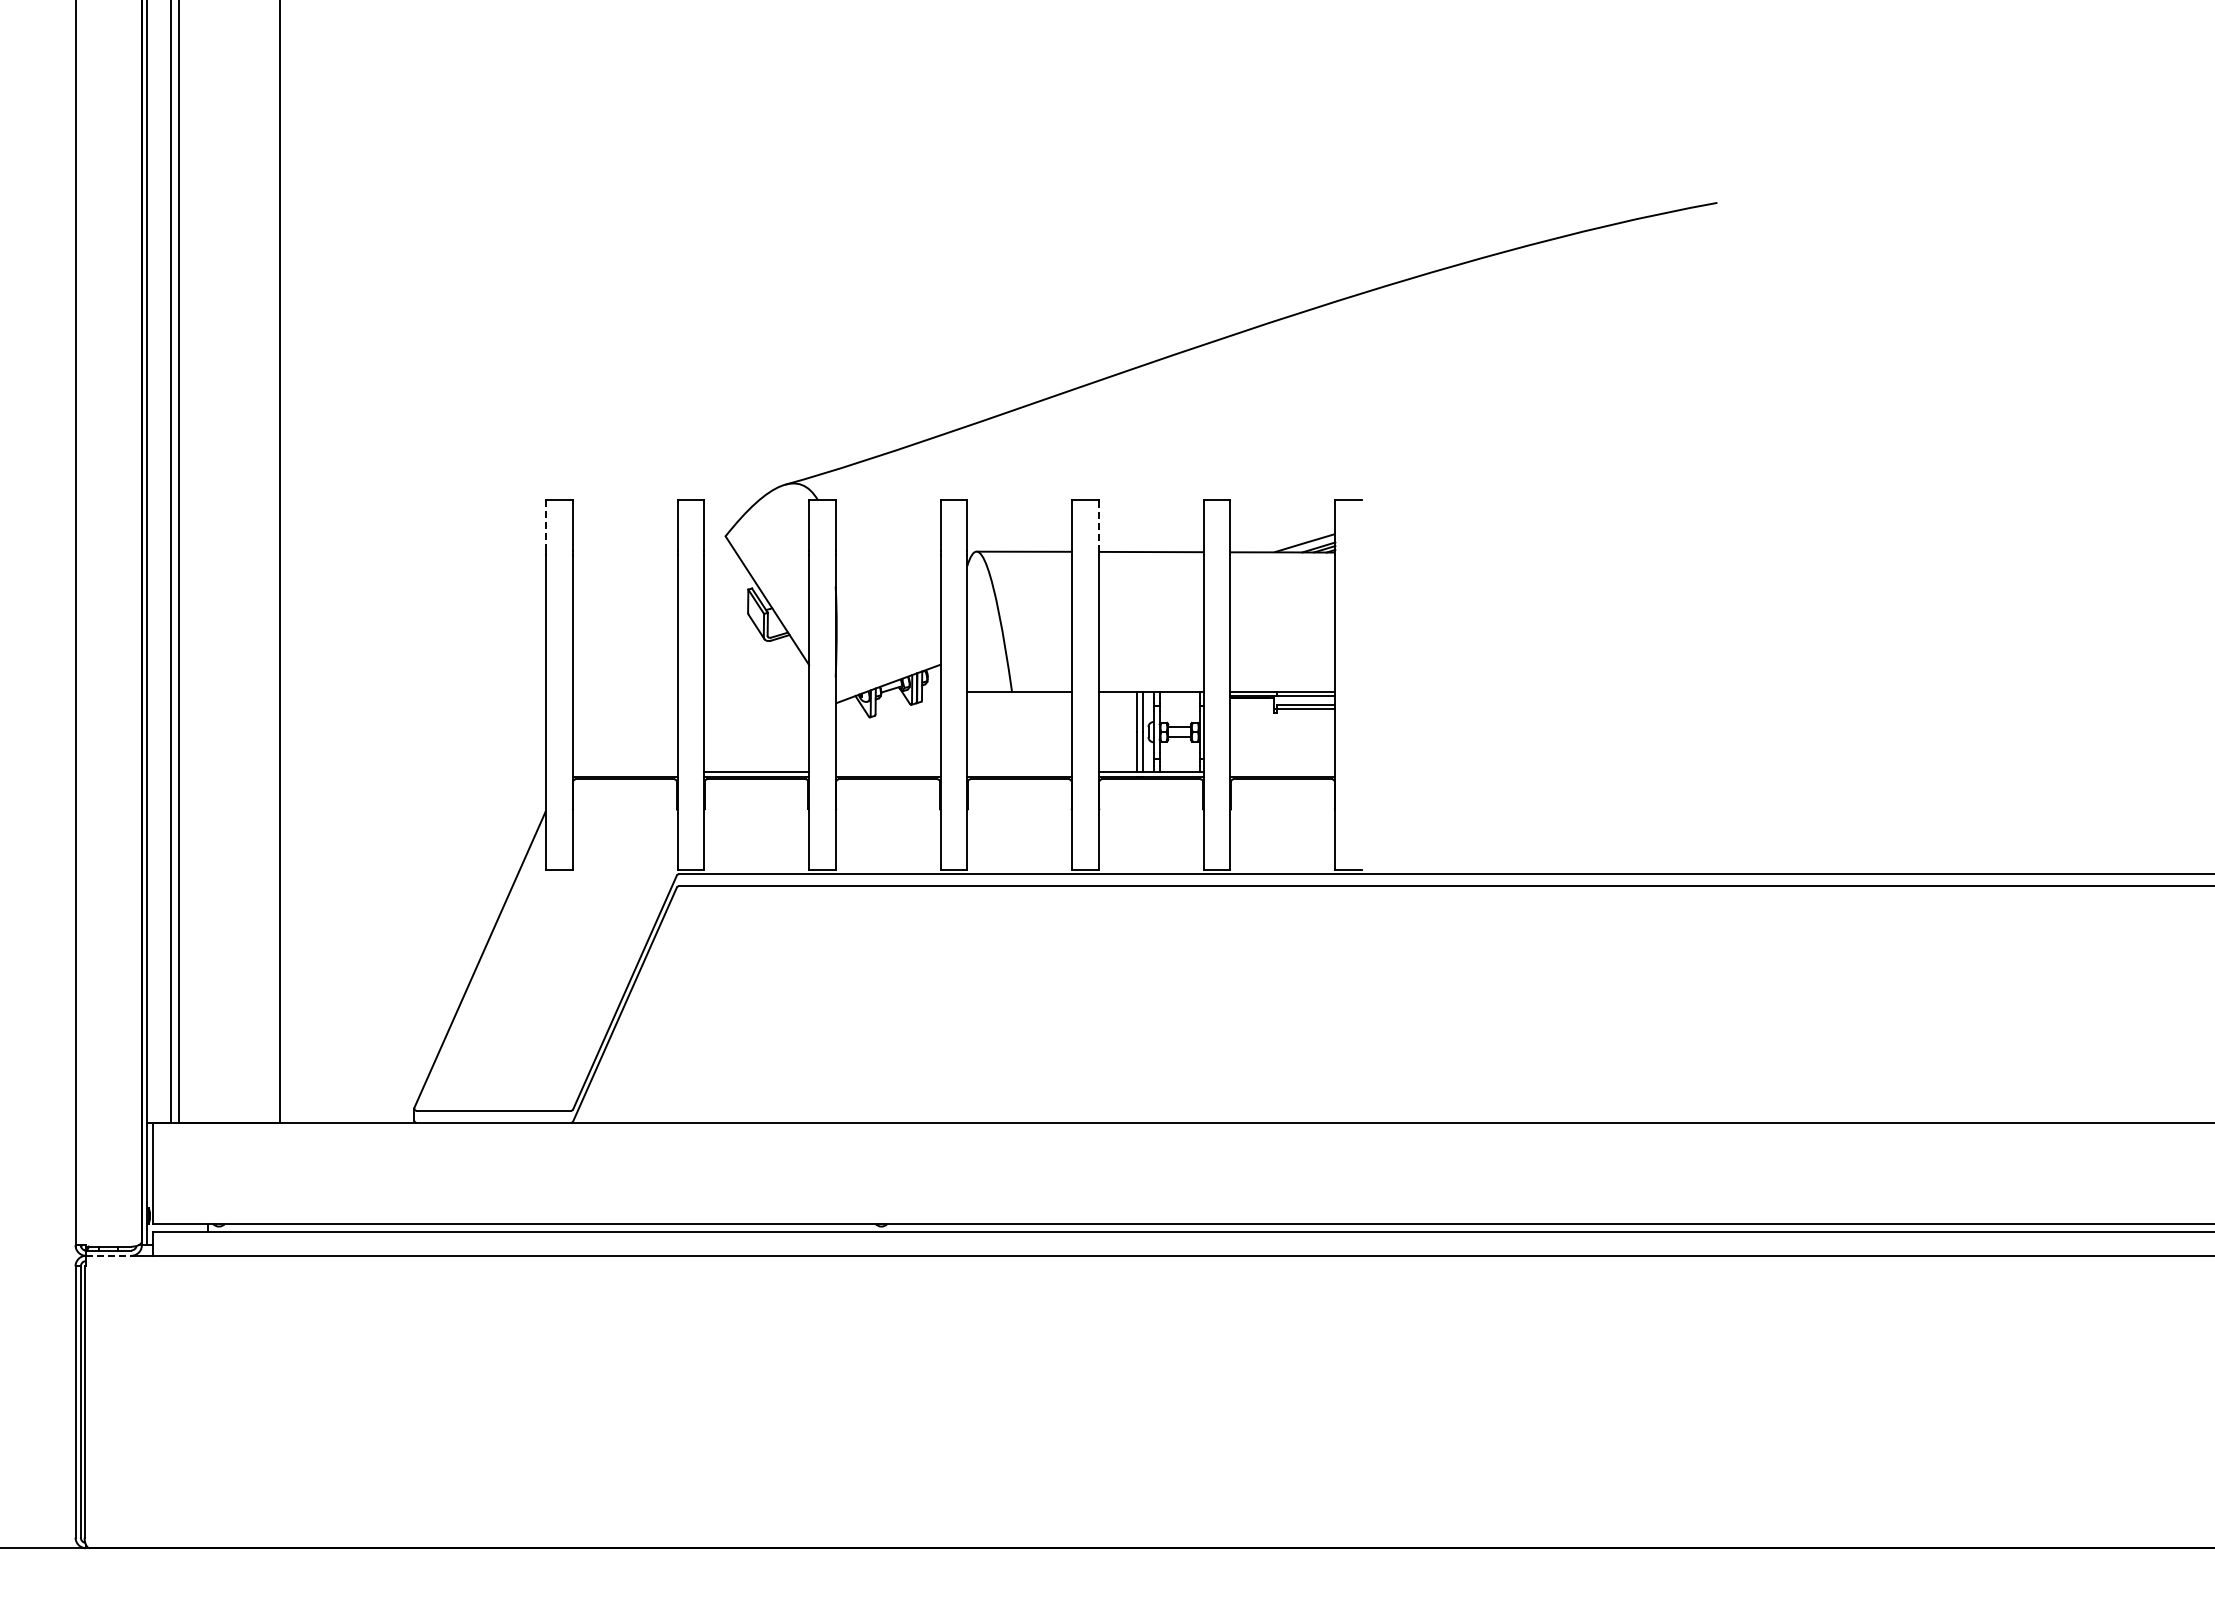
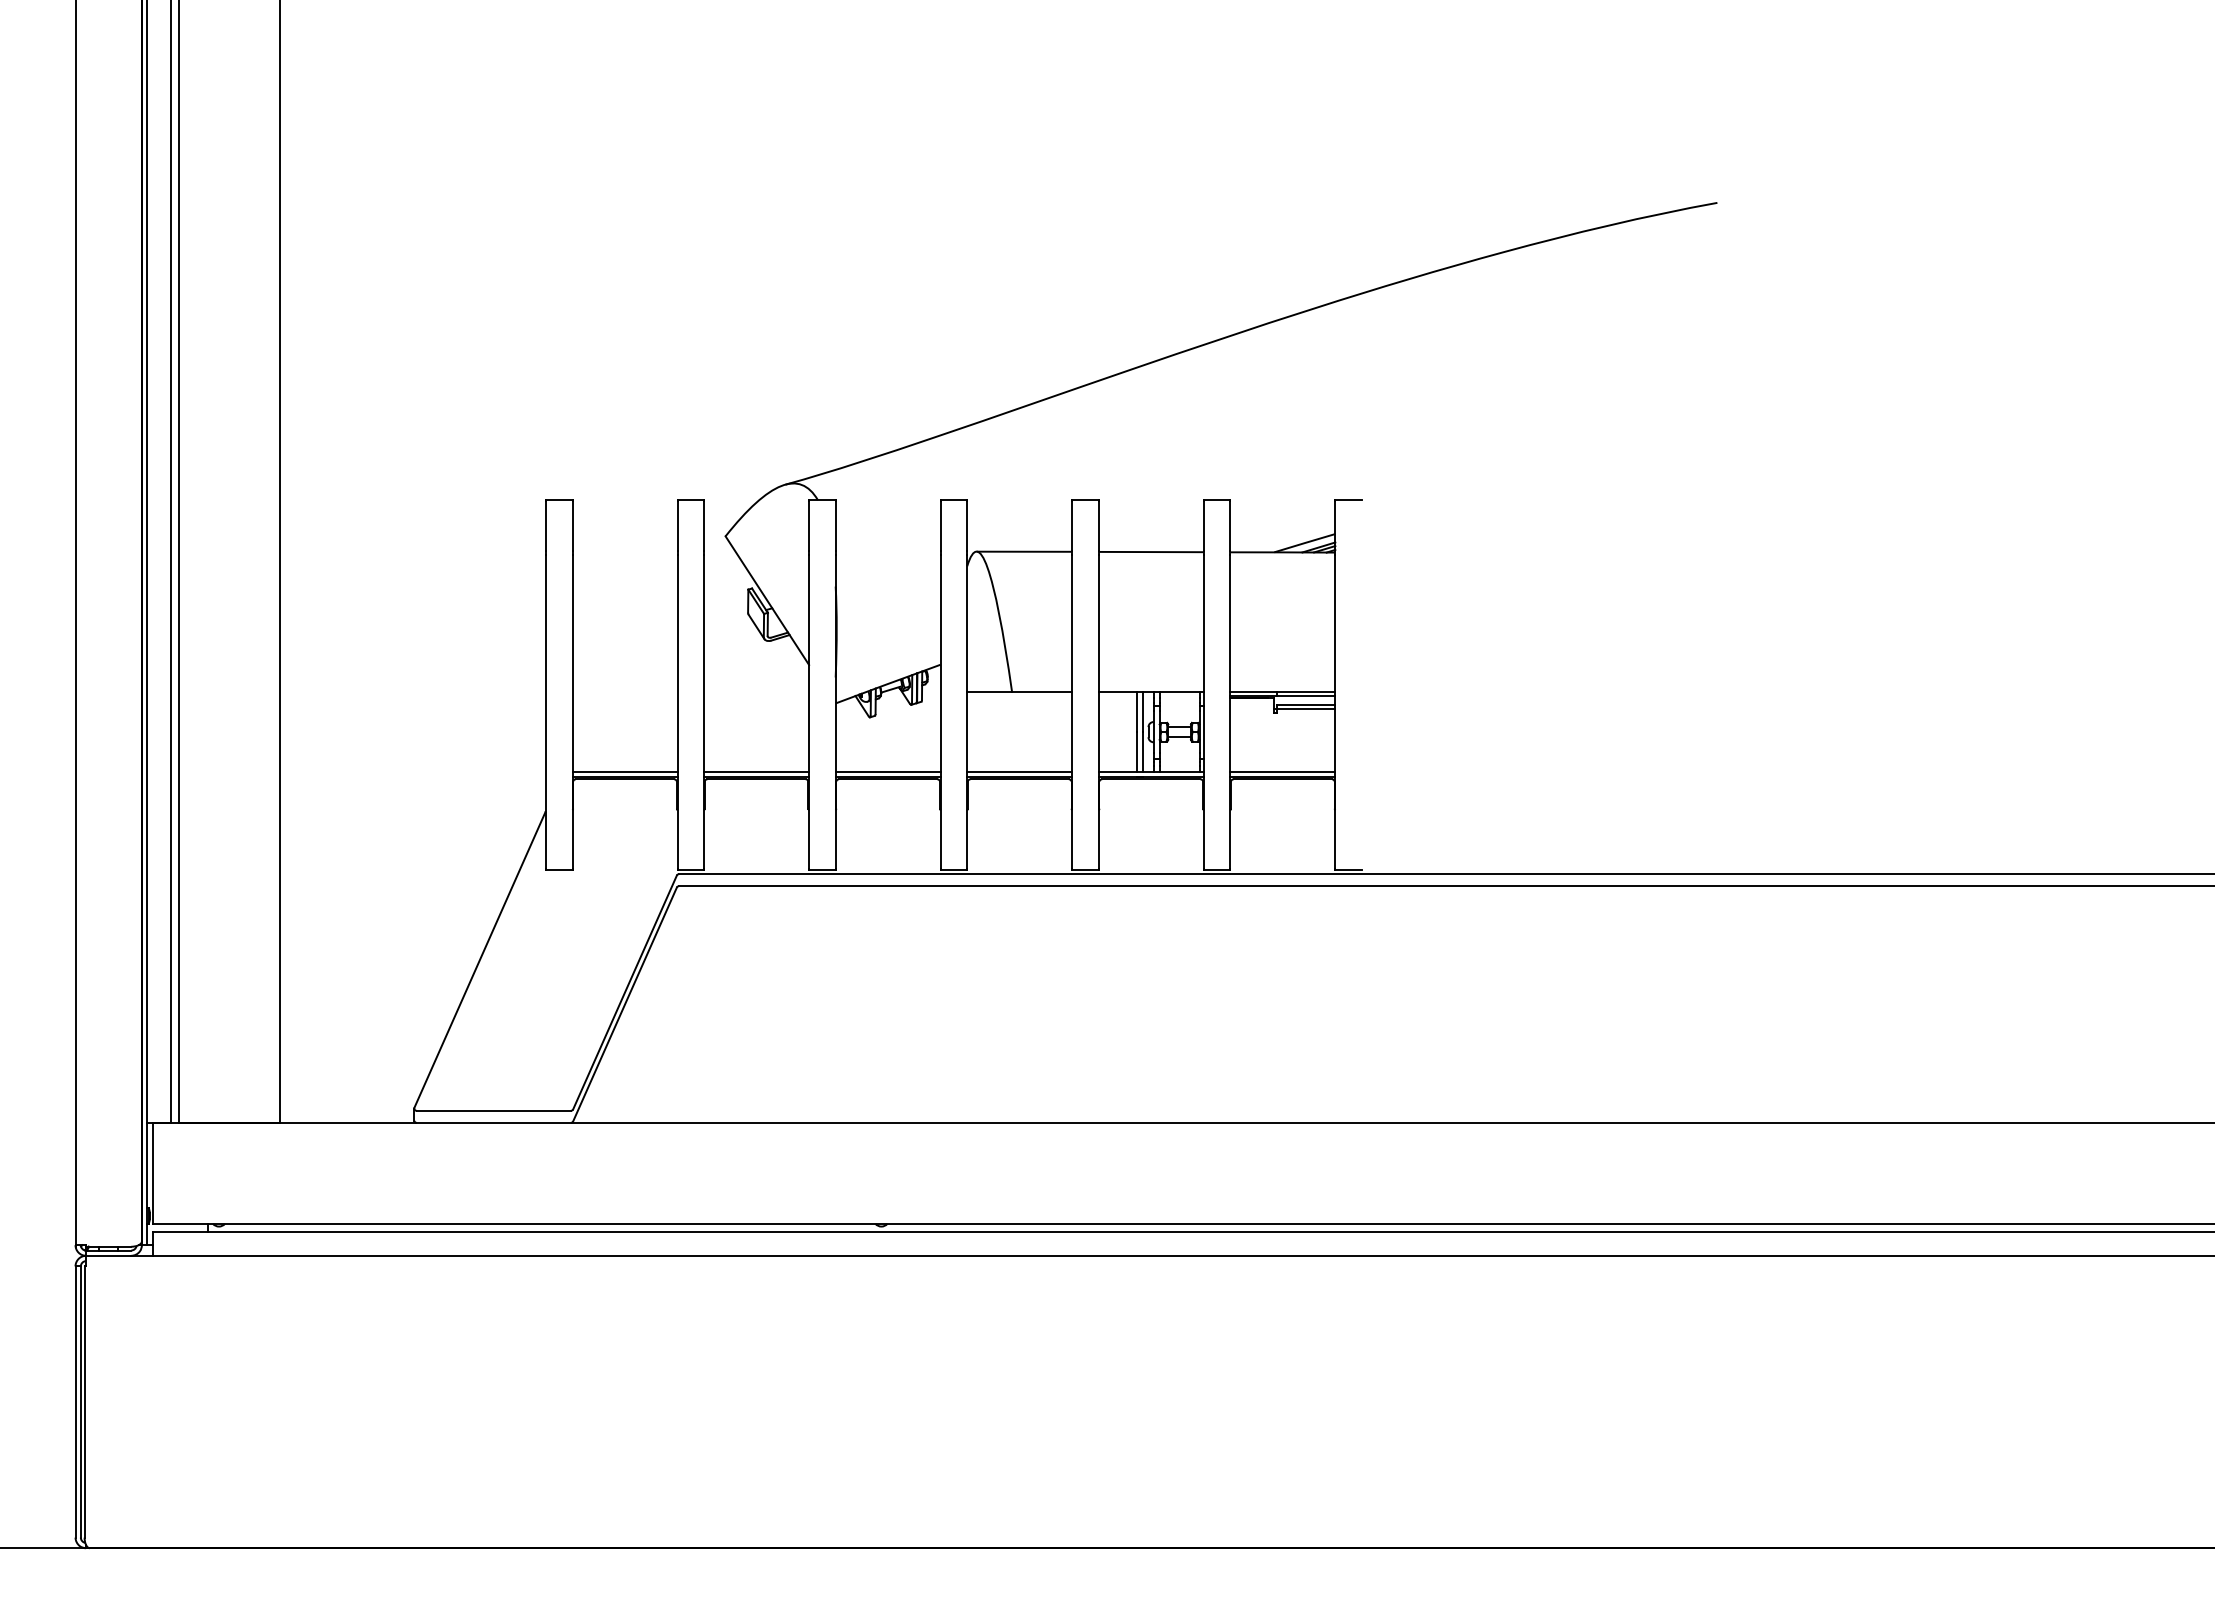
line at (545, 525): dashed -> solid
line at (1098, 526): dashed -> solid
line at (624, 772): none -> present
line at (887, 772): none -> present
line at (1019, 772): none -> present
line at (1282, 772): none -> present
line at (108, 1255): dashed -> solid
